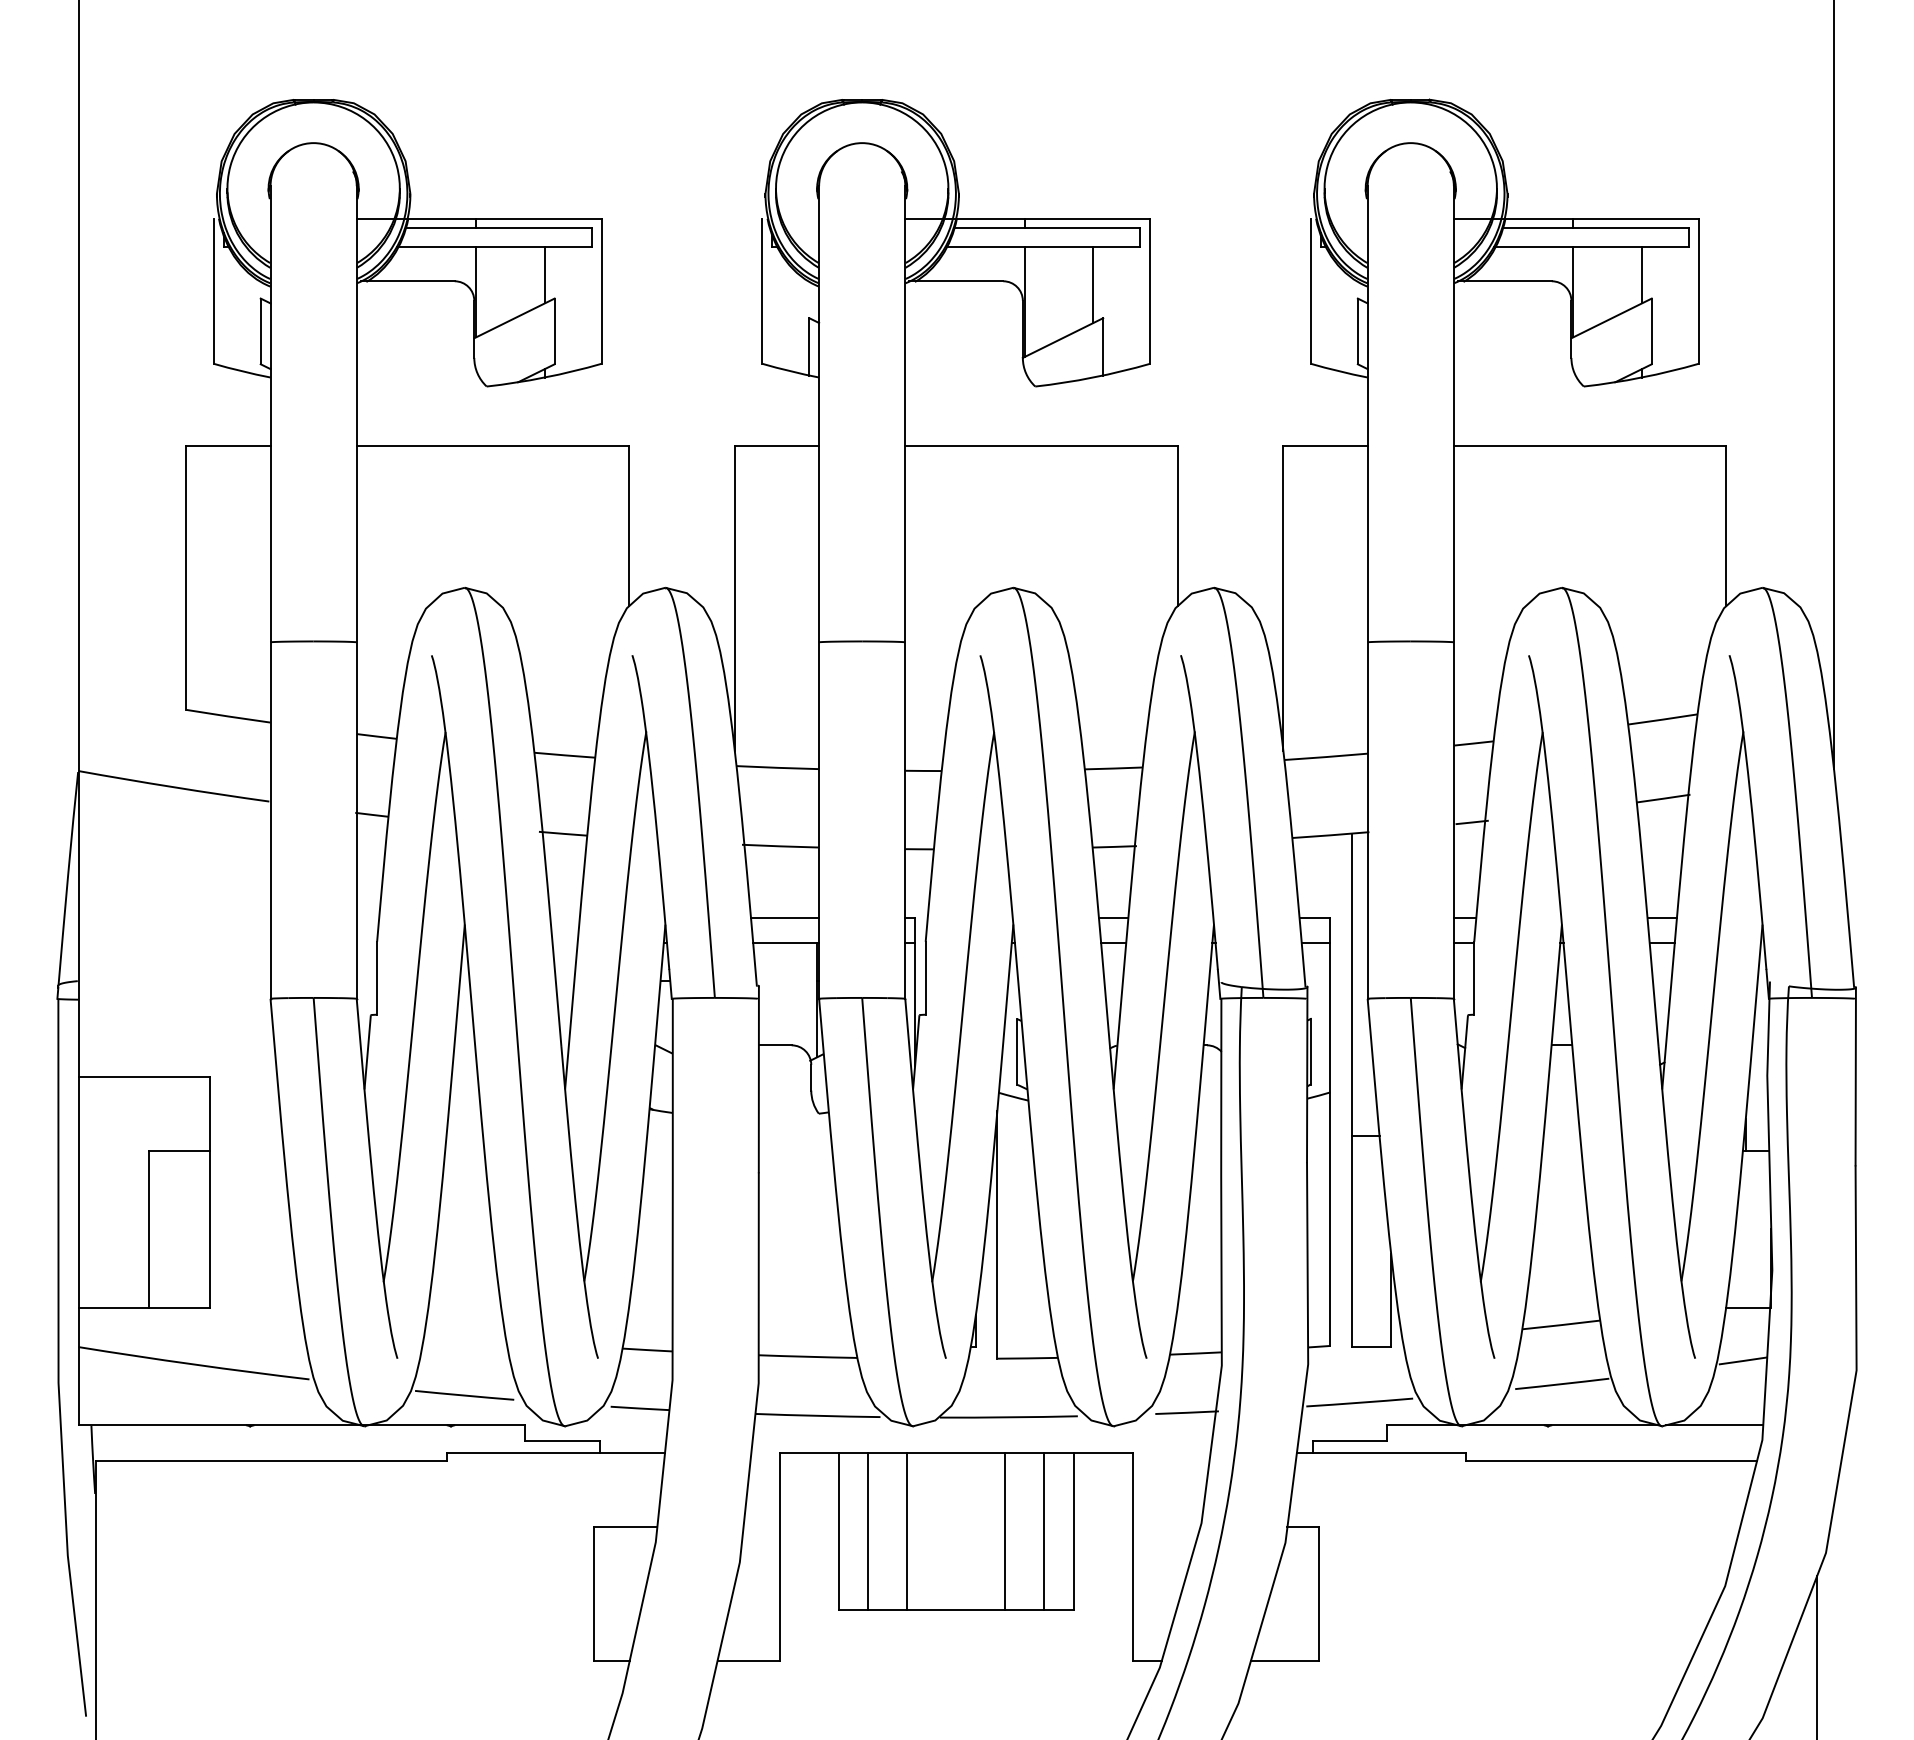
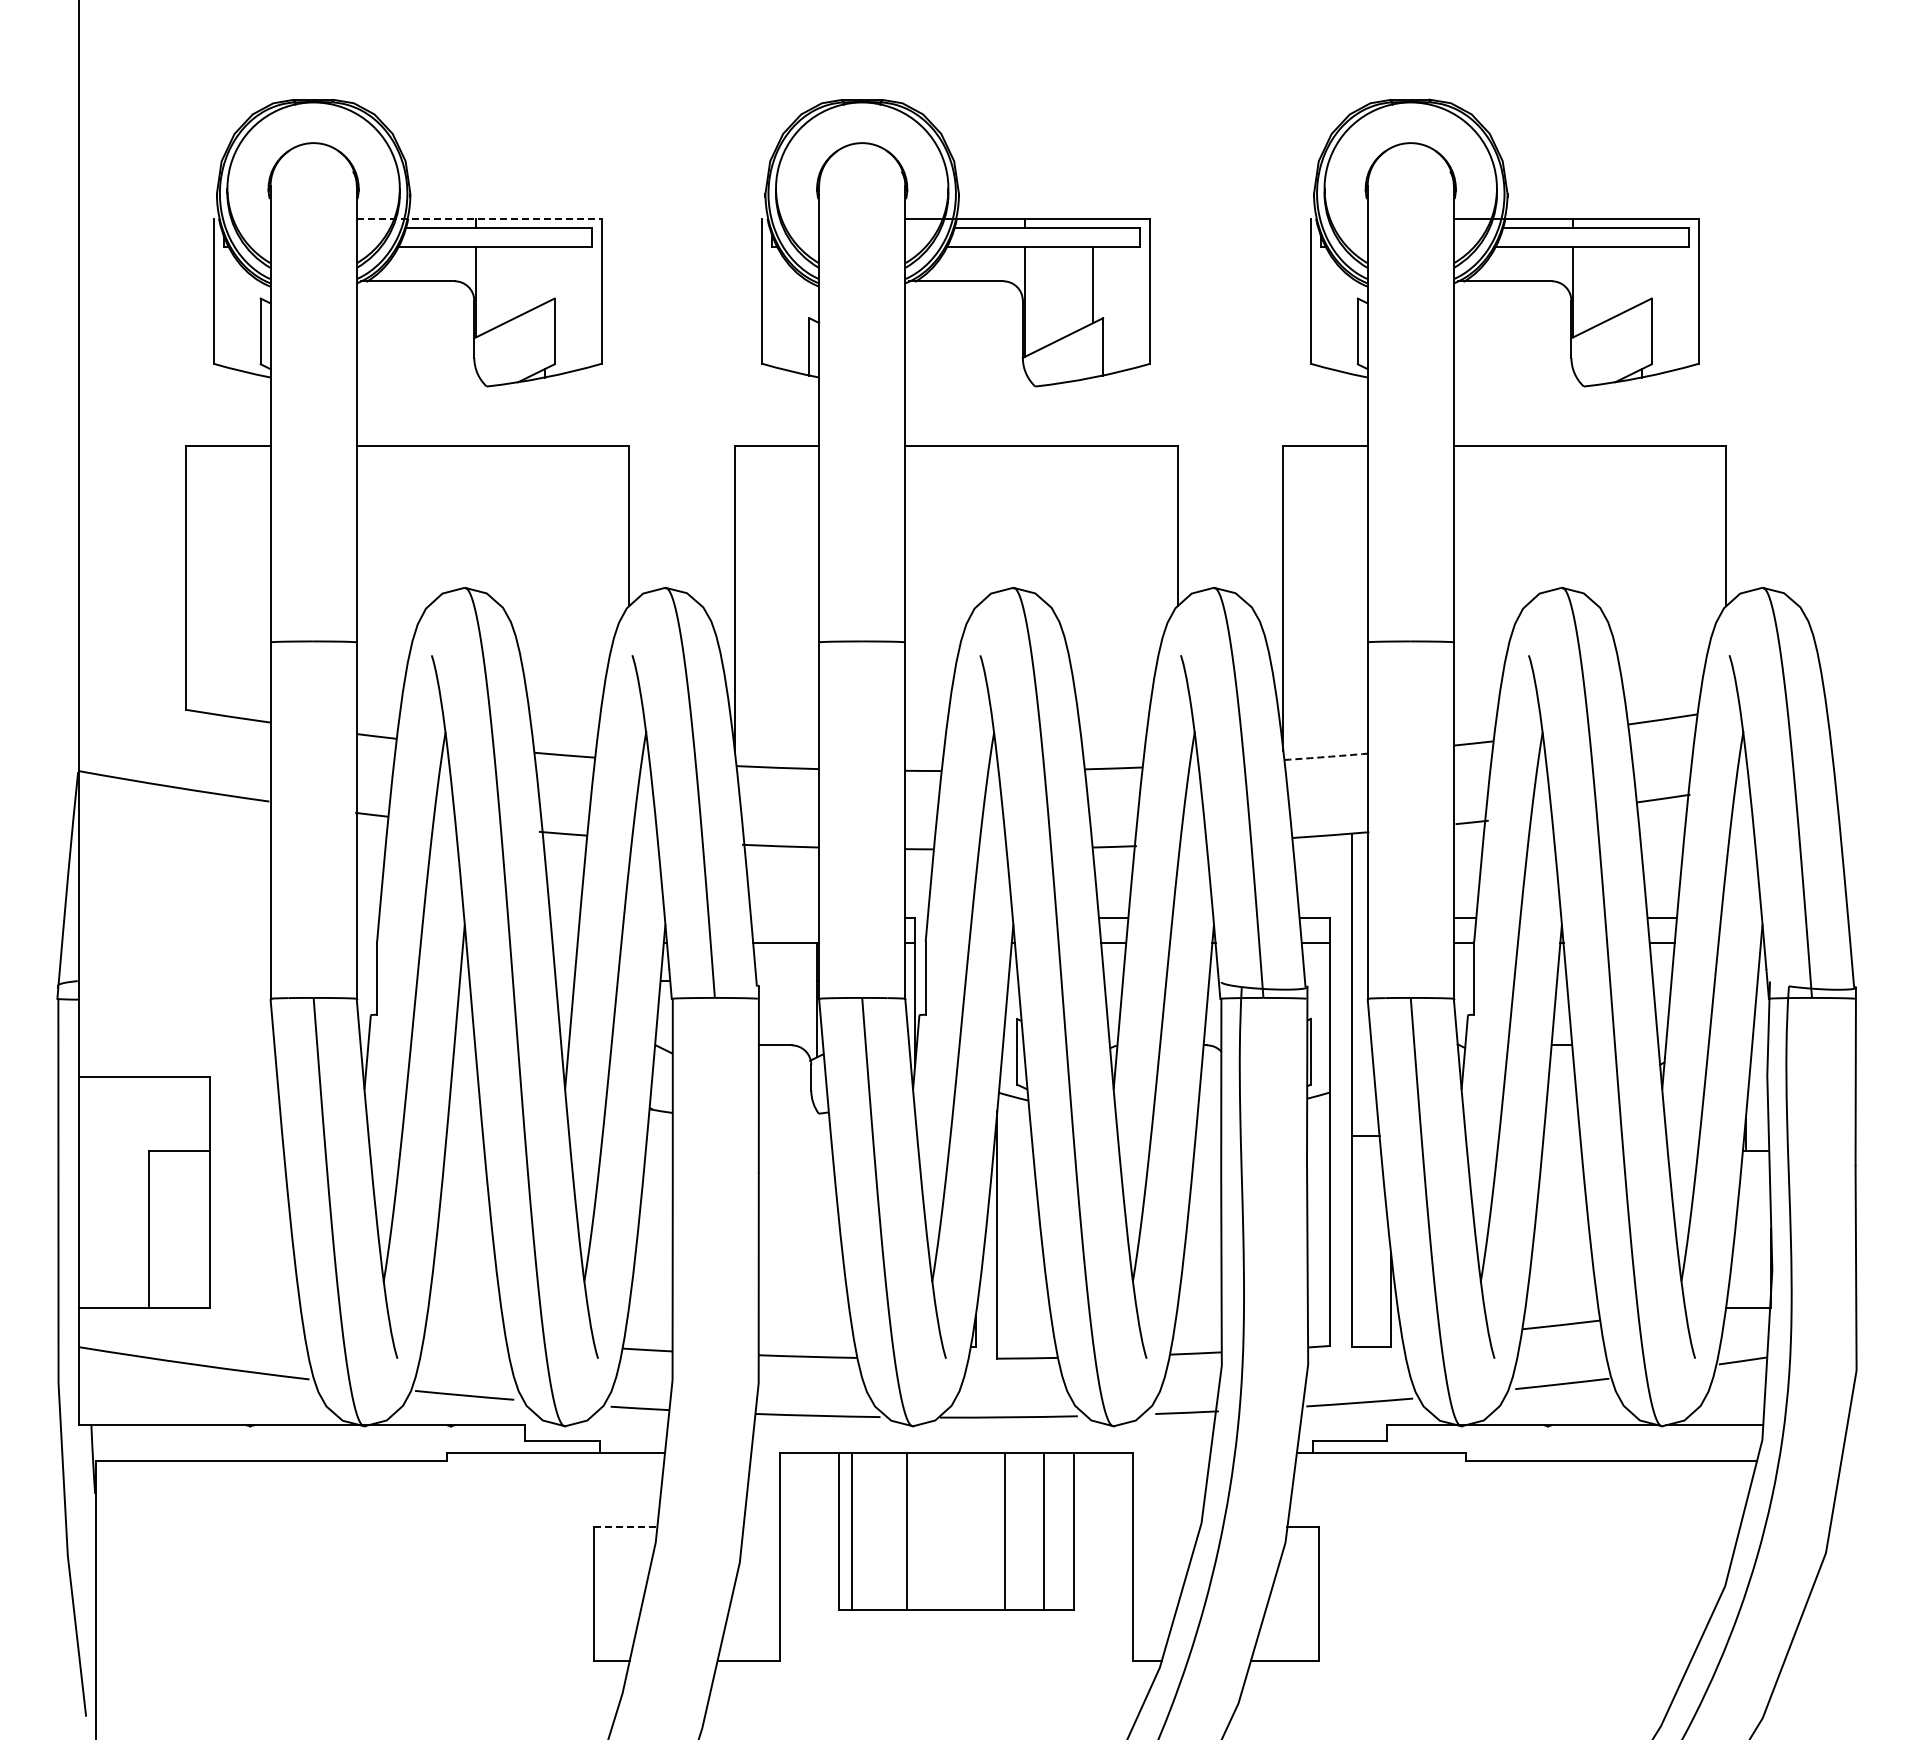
line at (479, 218): solid -> dashed
line at (544, 275): present -> none
line at (1641, 275): present -> none
line at (1833, 385): present -> none
arc at (1326, 757): solid -> dashed
line at (785, 918): present -> none
line at (625, 1527): solid -> dashed
line at (868, 1530) position: (868, 1530) -> (852, 1530)
line at (1817, 1655): present -> none
